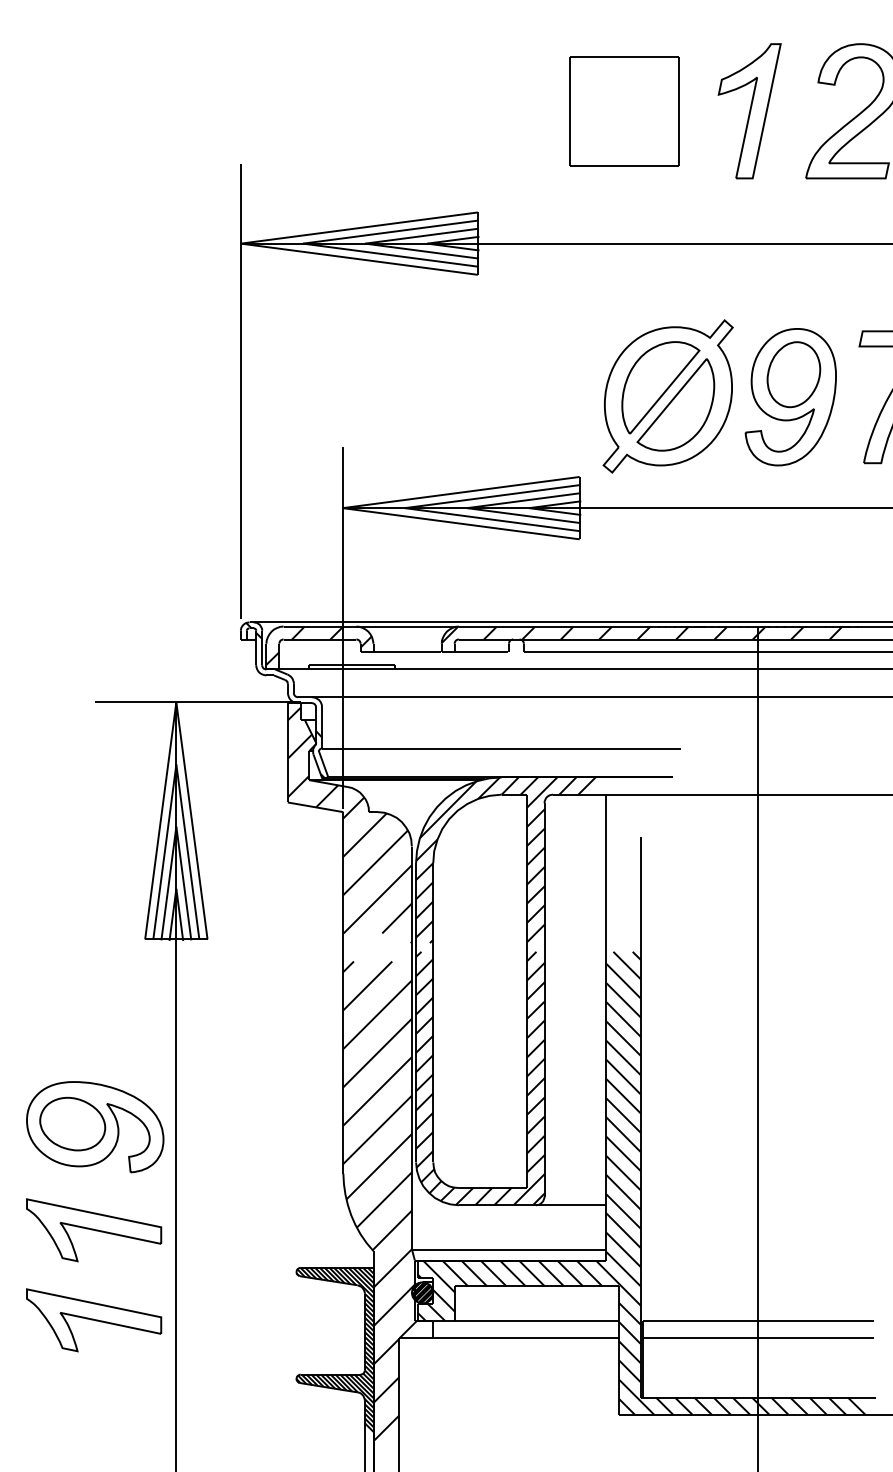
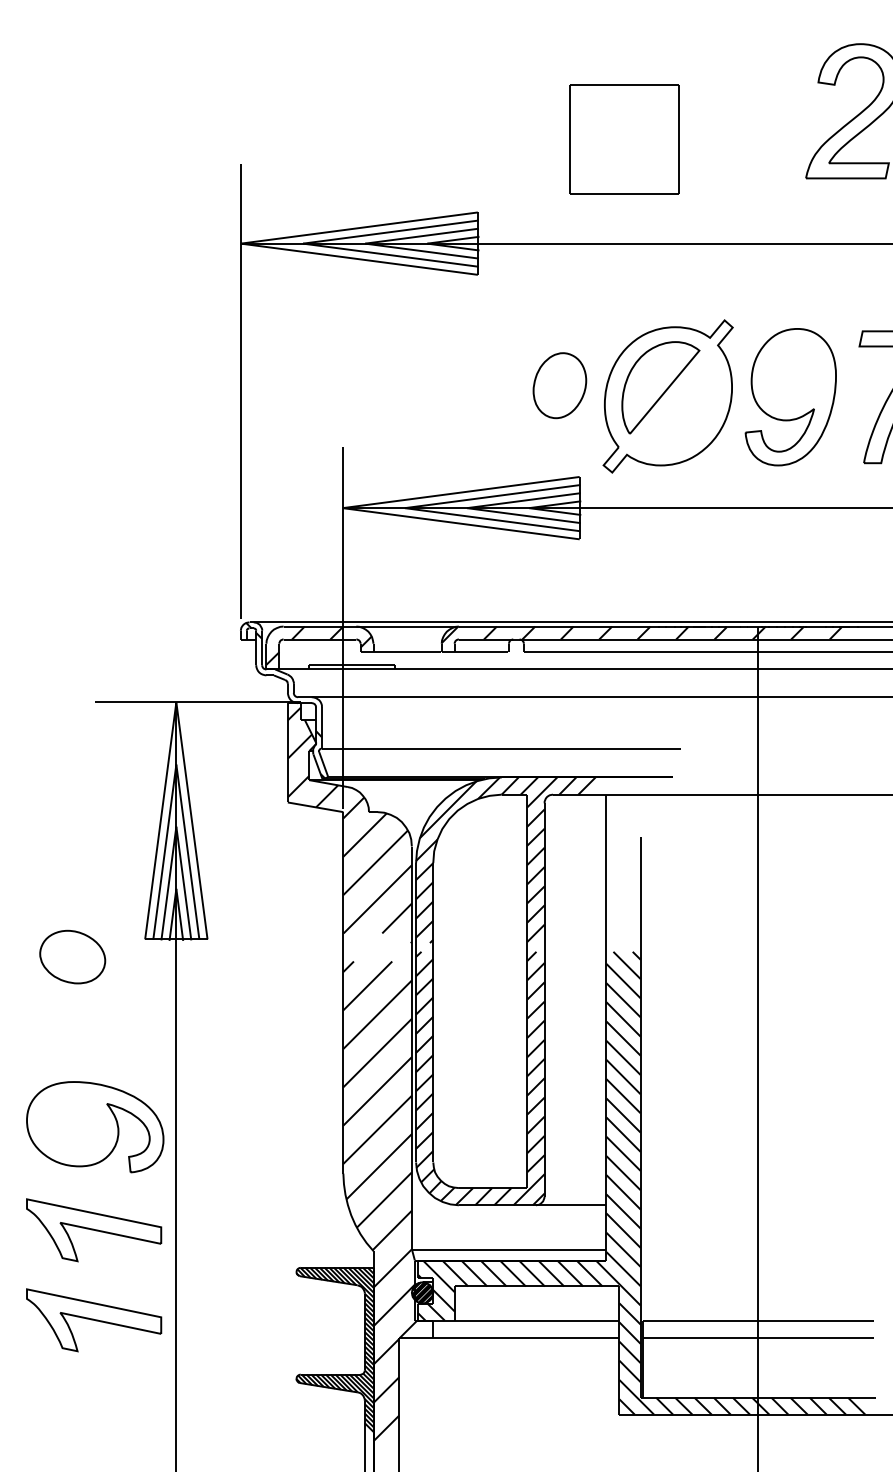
part at (624, 111) position: (624, 111) -> (624, 139)
part at (749, 111): present -> none
part at (793, 374) position: (793, 374) -> (559, 385)
part at (675, 404): present -> none
part at (72, 1123) position: (72, 1123) -> (72, 956)
